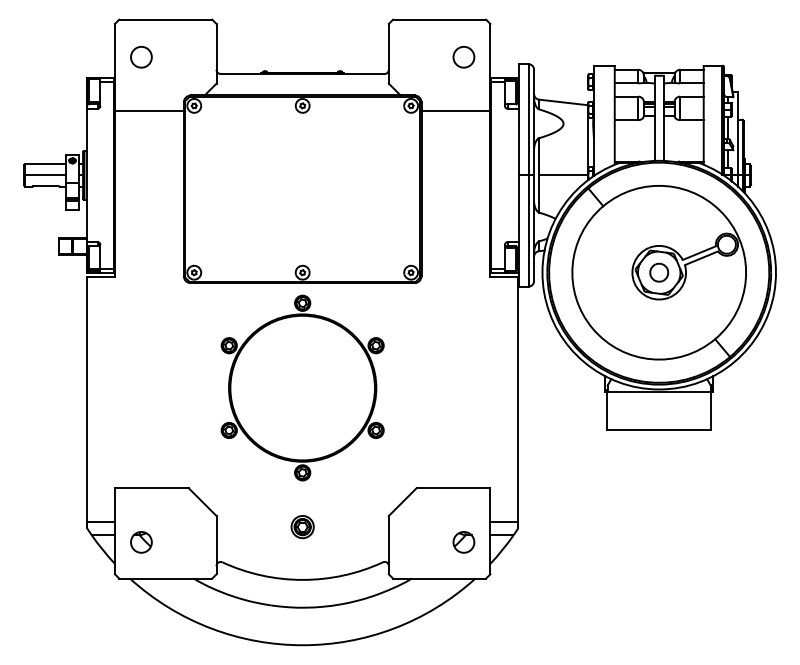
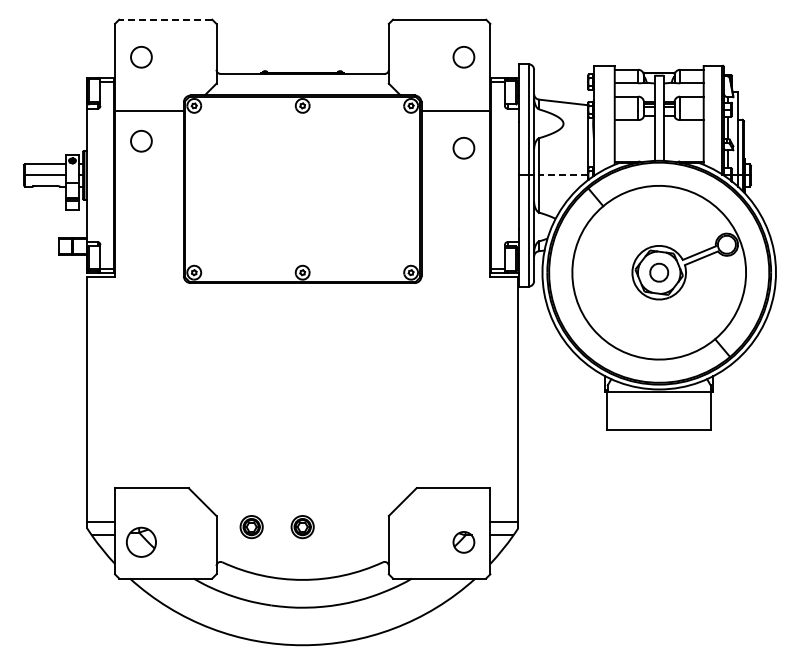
line at (165, 19): solid -> dashed
circle at (141, 141): none -> present
circle at (463, 148): none -> present
line at (562, 175): solid -> dashed
part at (302, 387): present -> none
part at (251, 527): none -> present
part at (141, 542) size: 23x23 px -> 31x32 px
